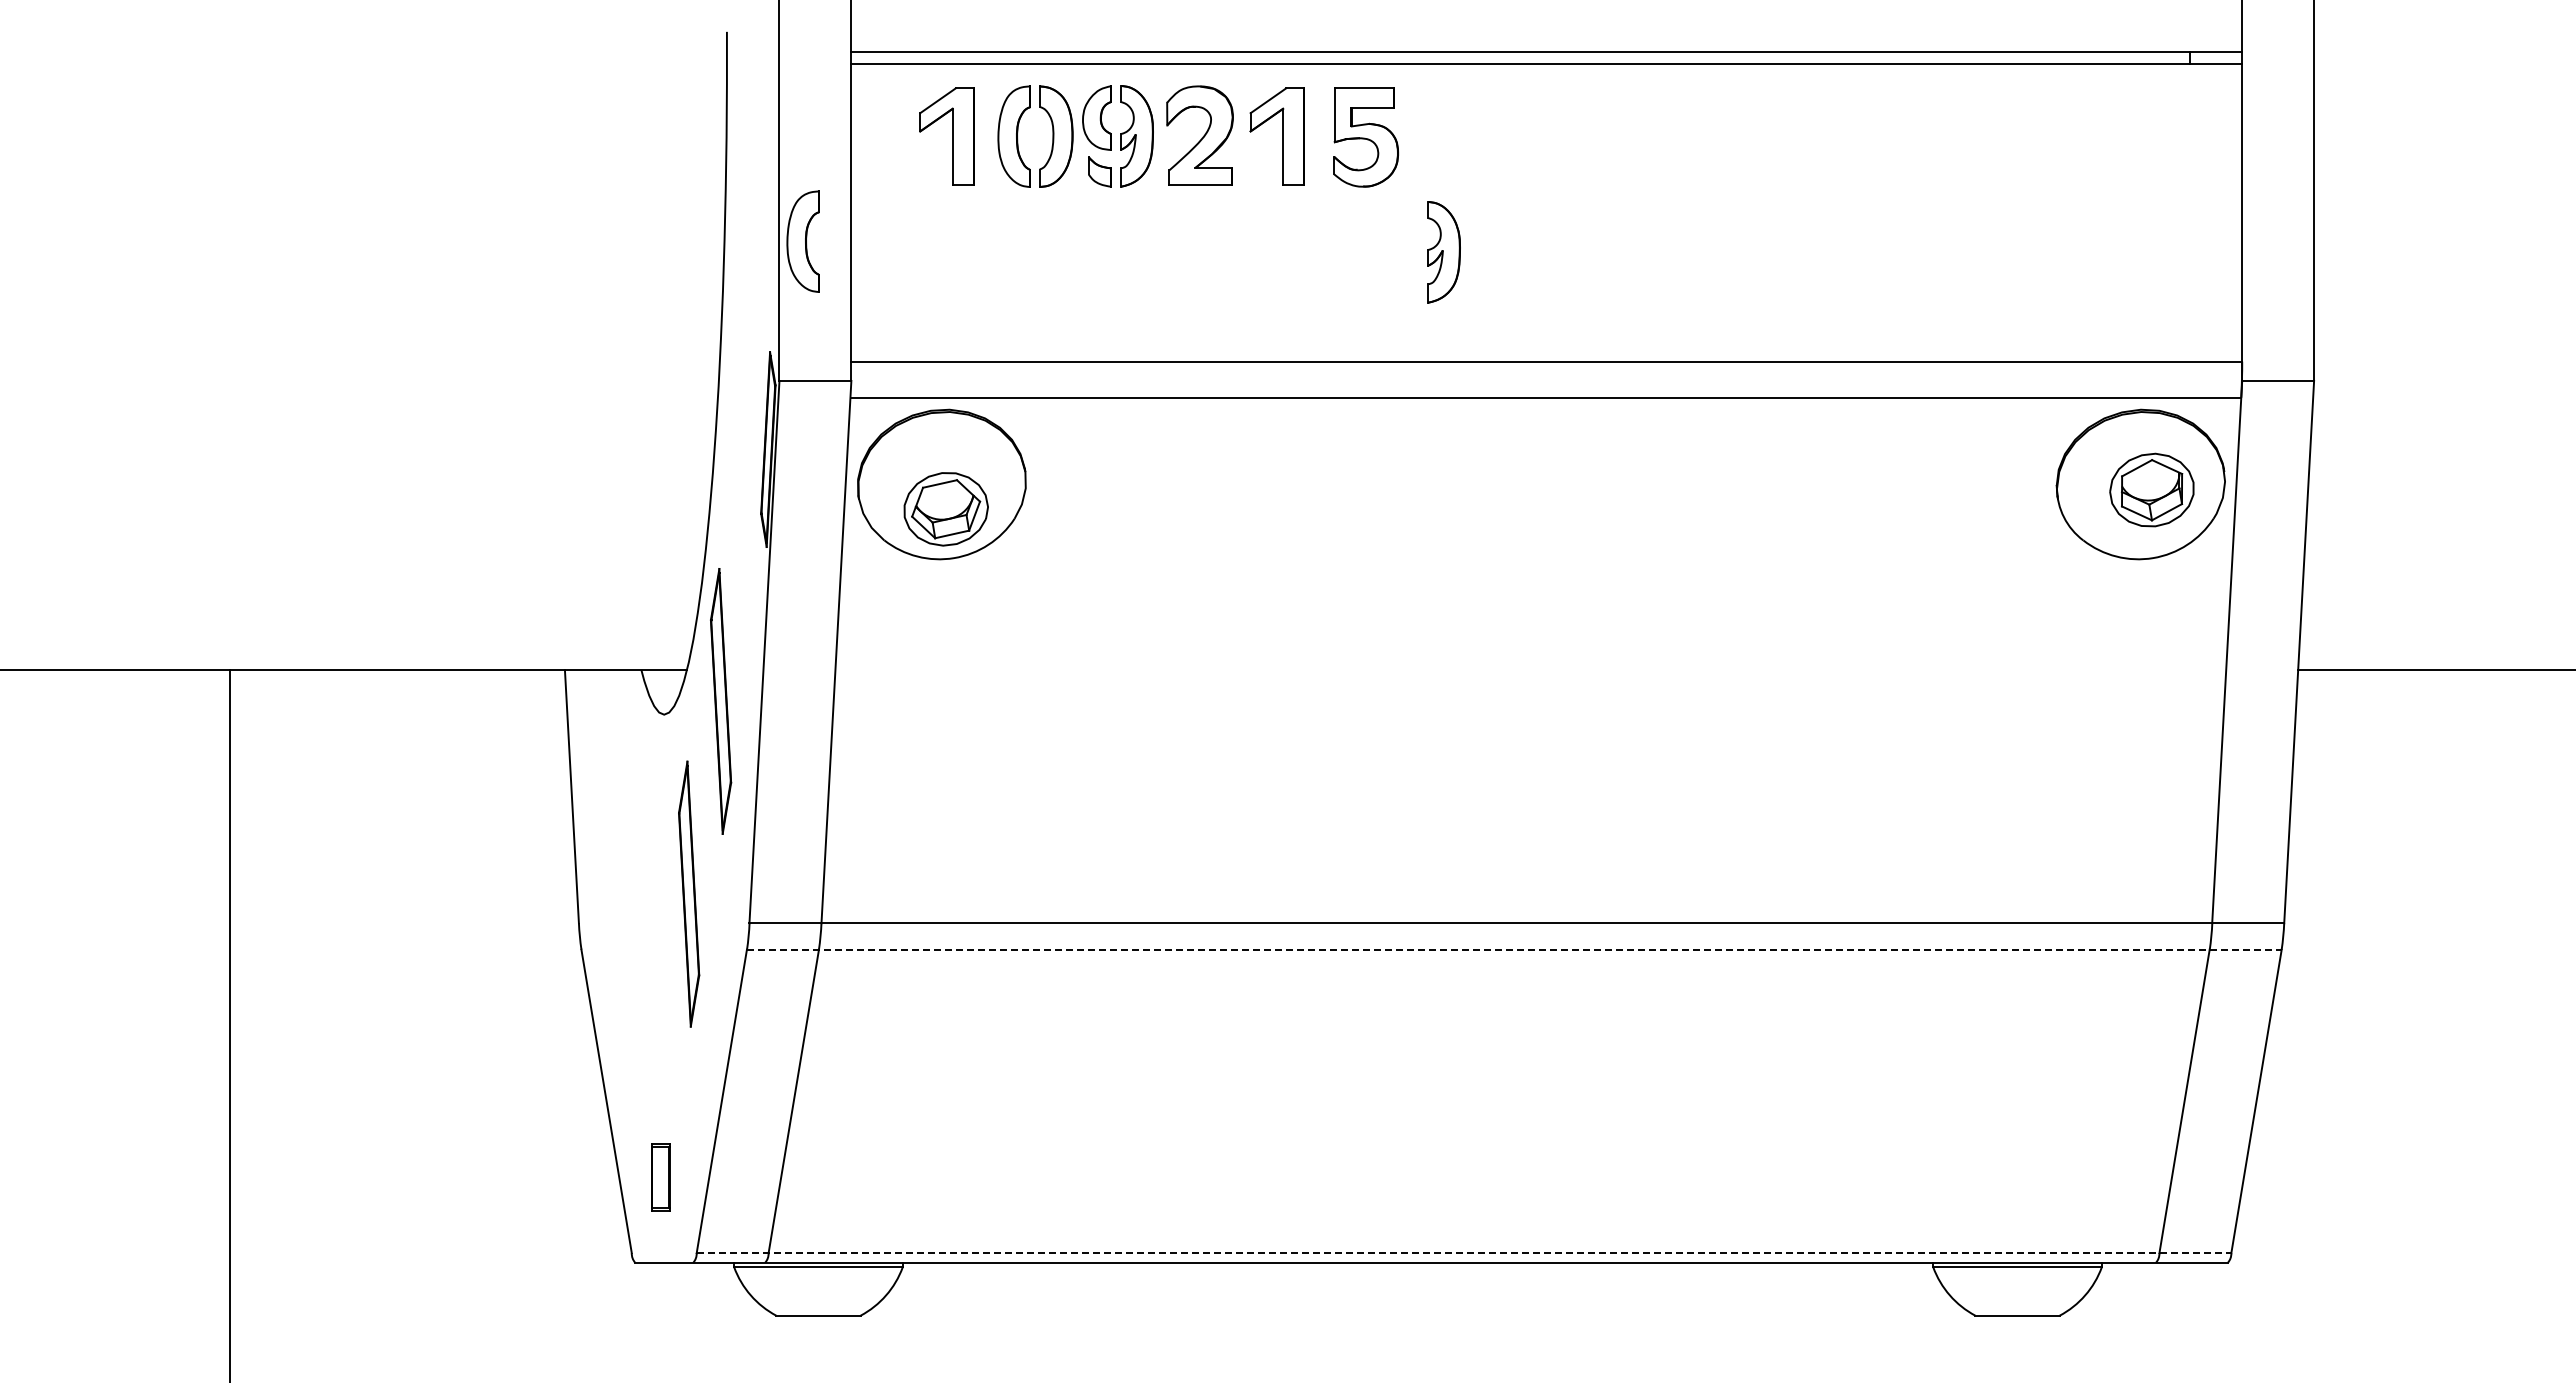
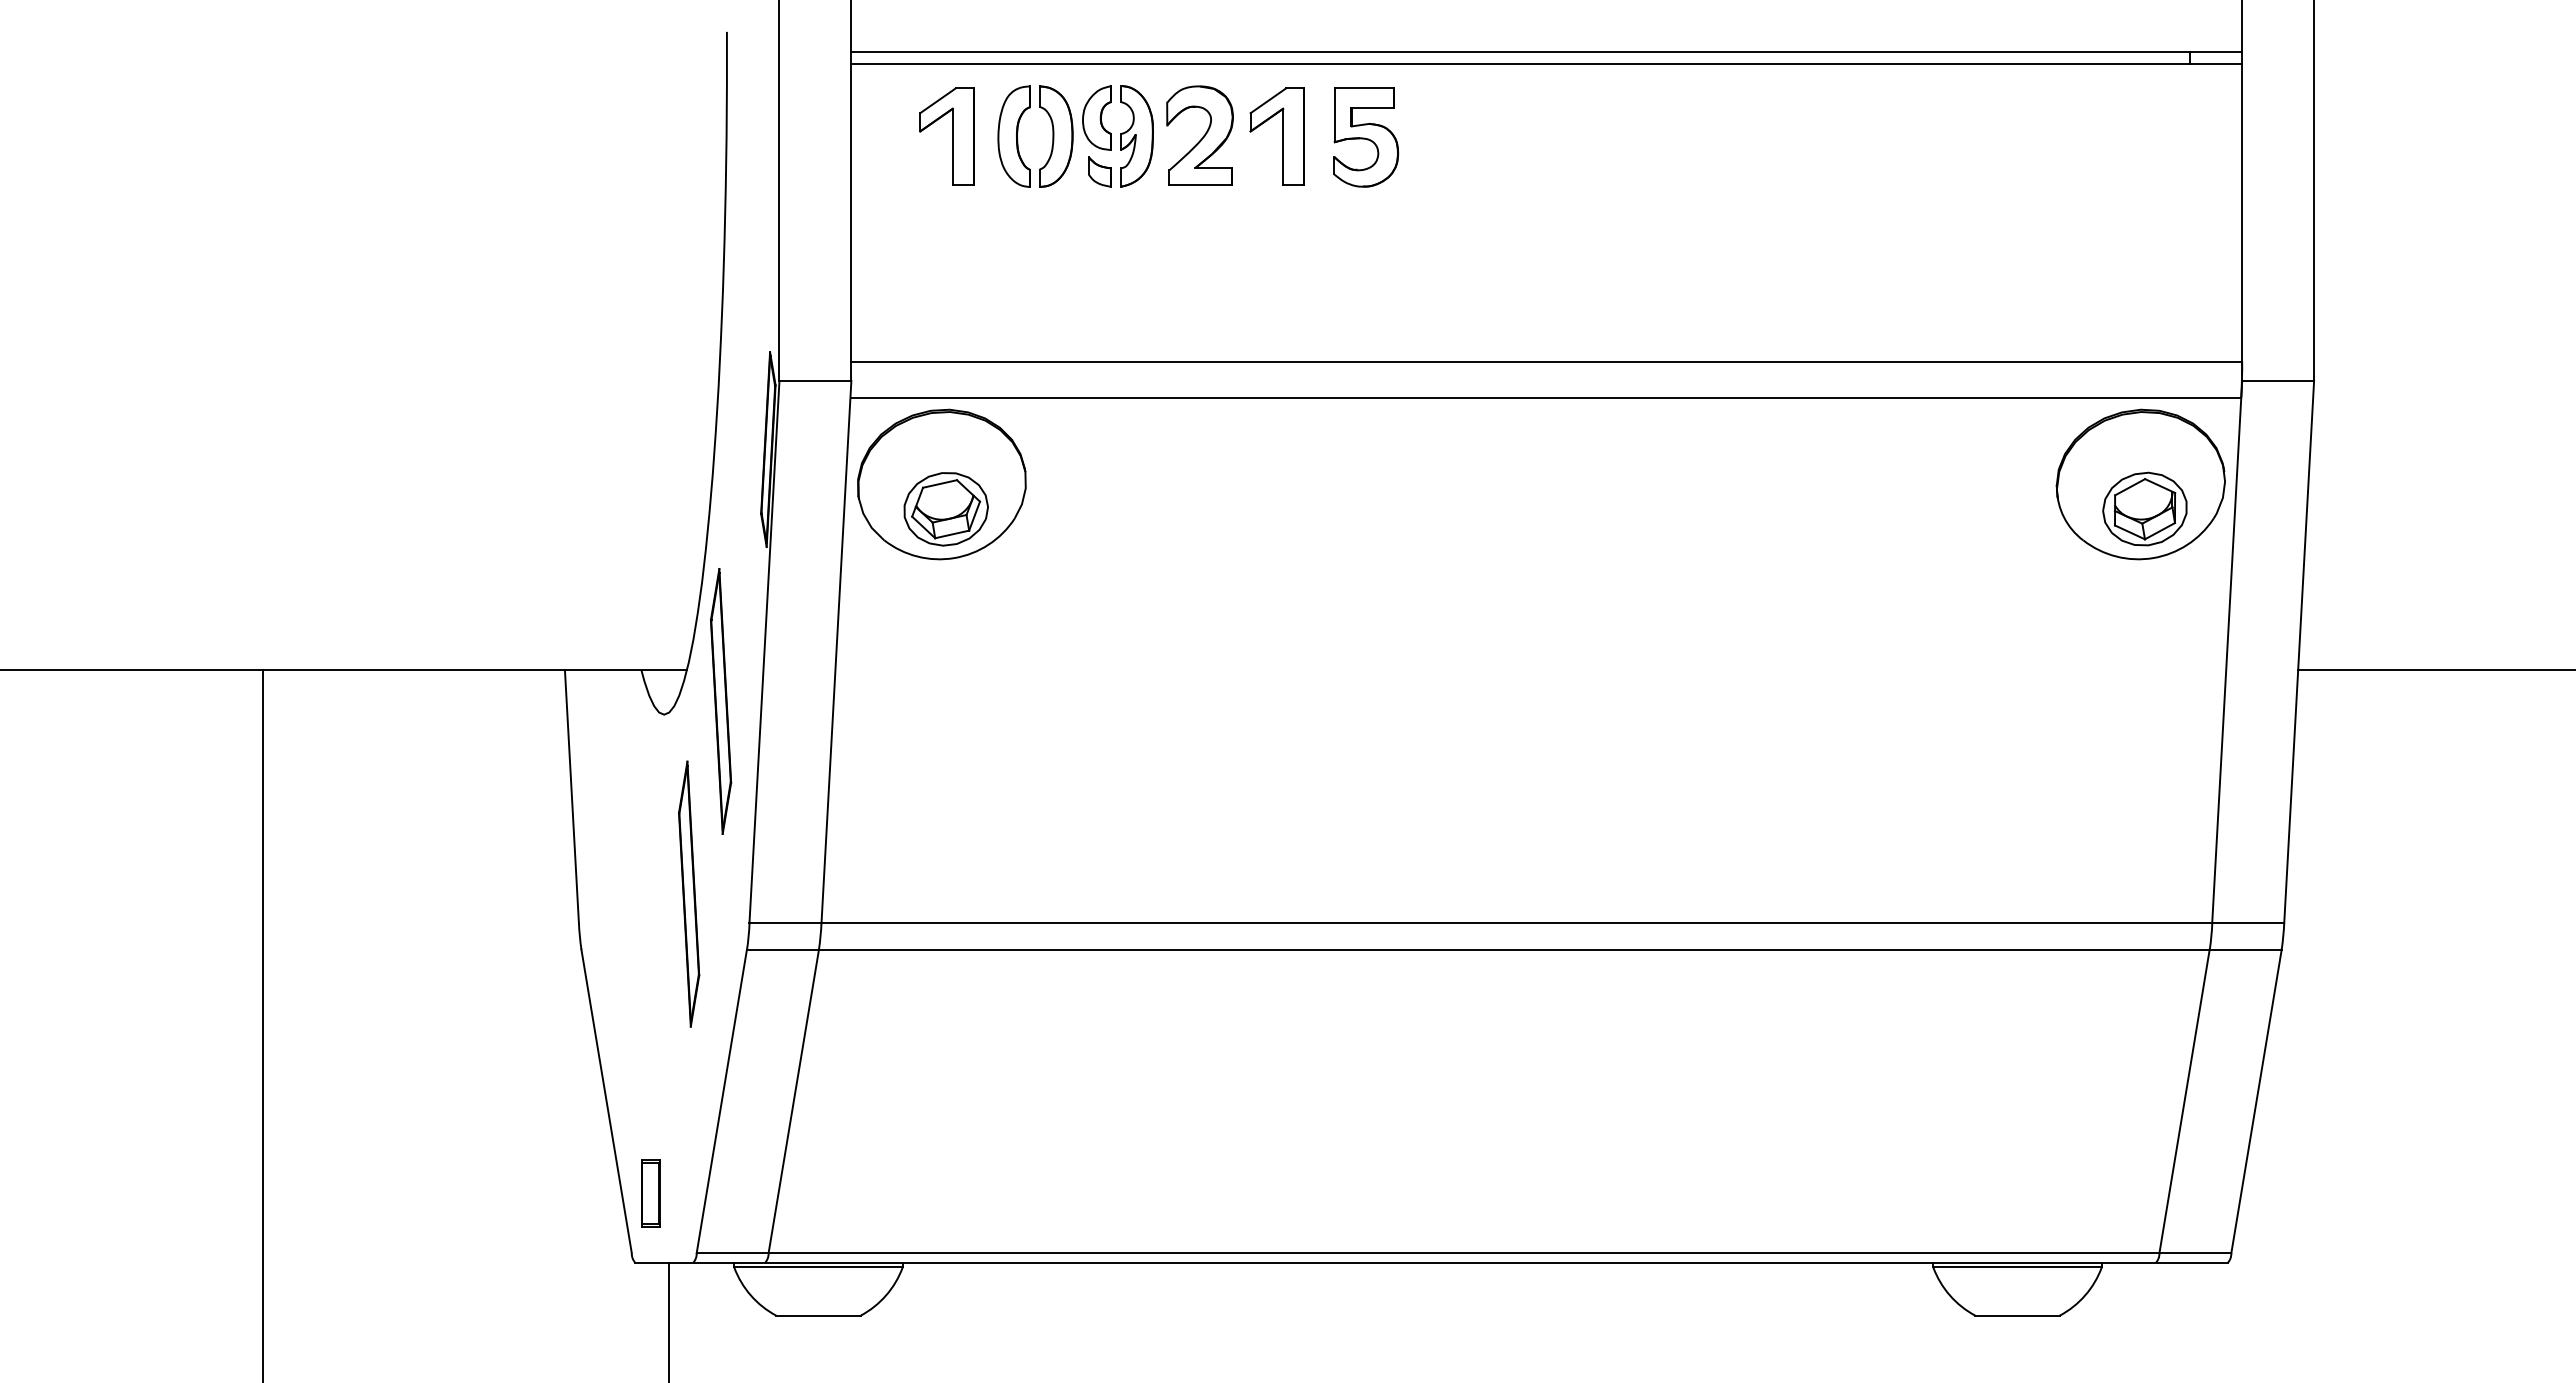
part at (802, 241): present -> none
part at (1443, 252): present -> none
part at (2151, 489) position: (2151, 489) -> (2144, 508)
line at (1514, 949): dashed -> solid
line at (230, 1024) position: (230, 1024) -> (263, 1024)
part at (660, 1177) position: (660, 1177) -> (650, 1193)
line at (1464, 1253): dashed -> solid
line at (669, 1320): none -> present
